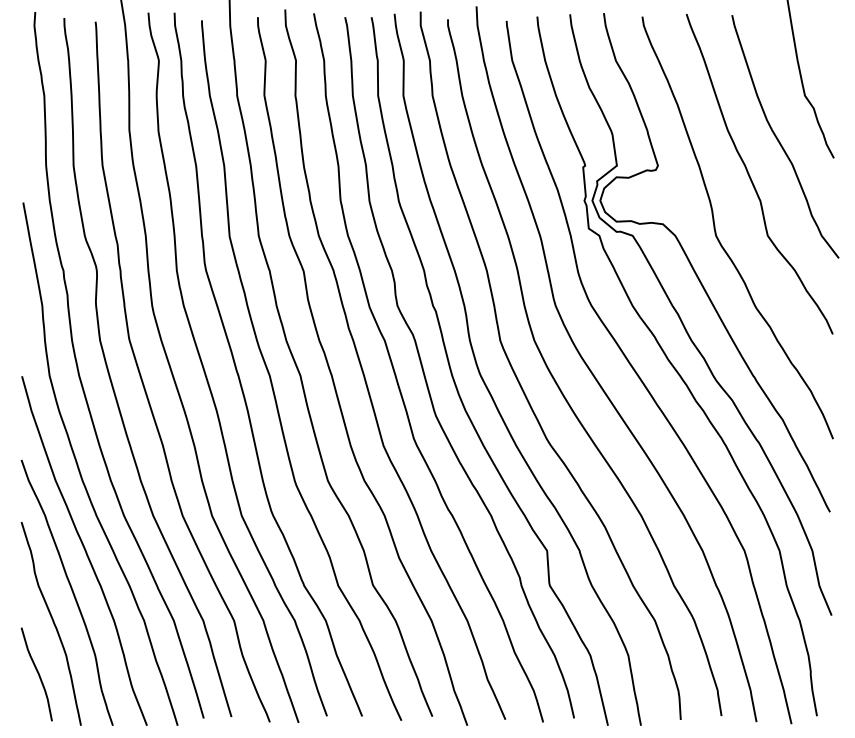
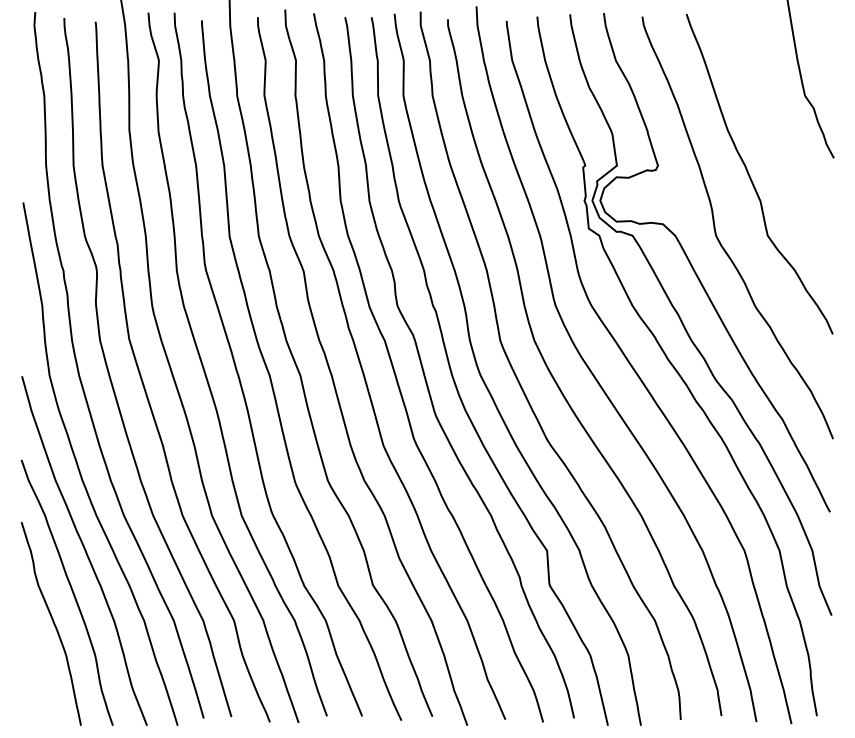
curve at (779, 140): present -> none
curve at (37, 673): present -> none
